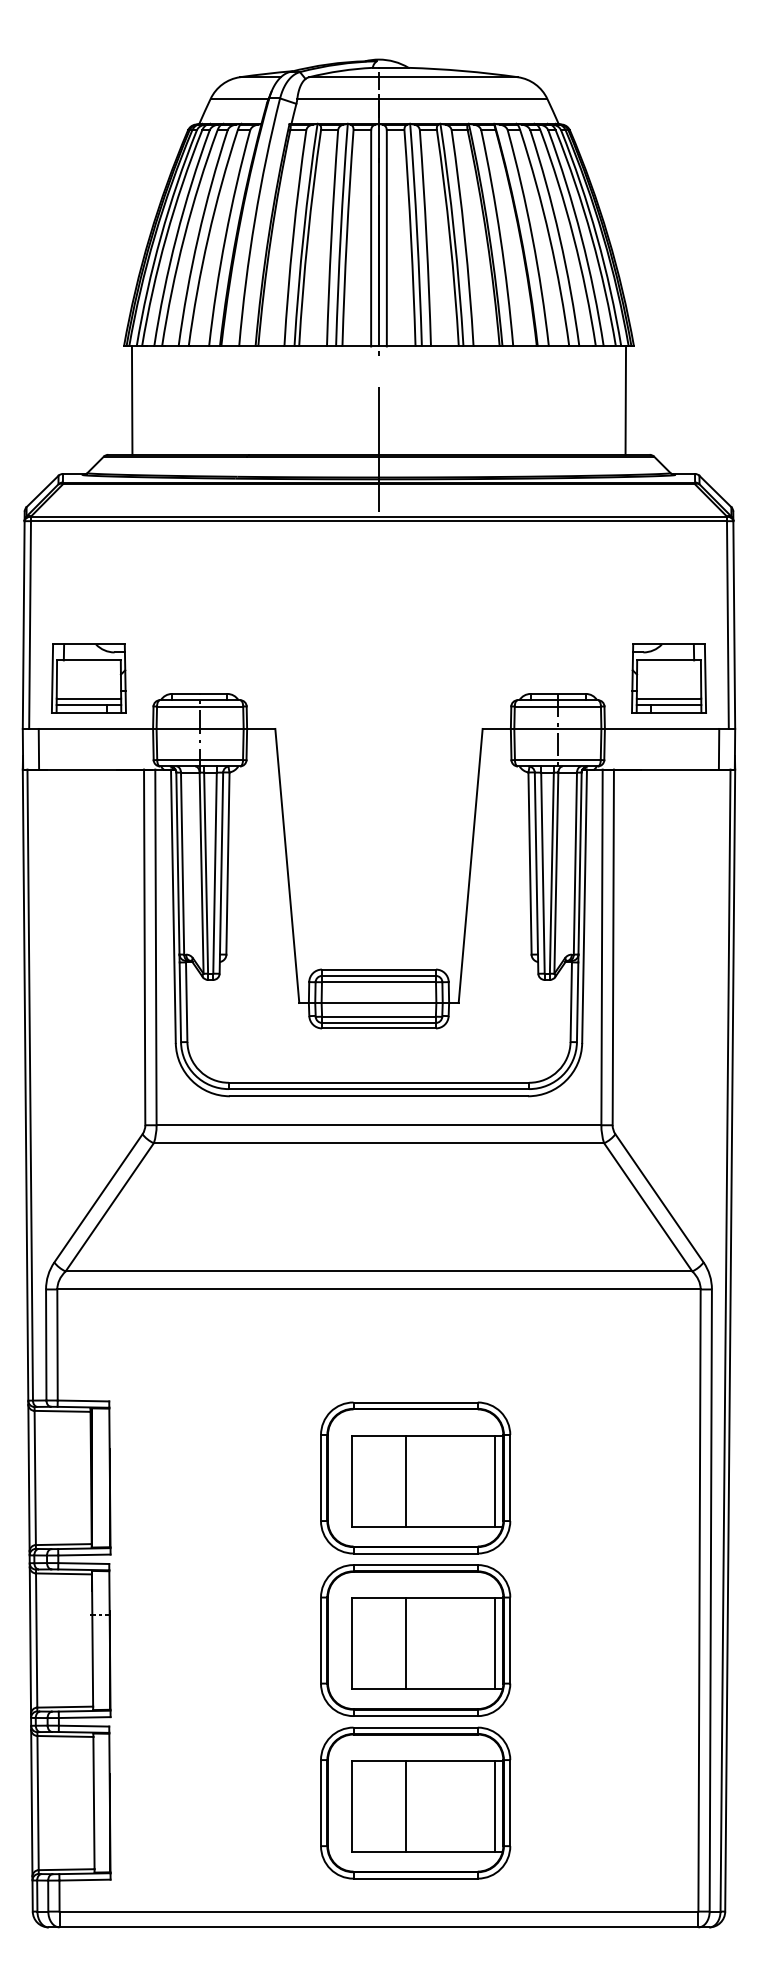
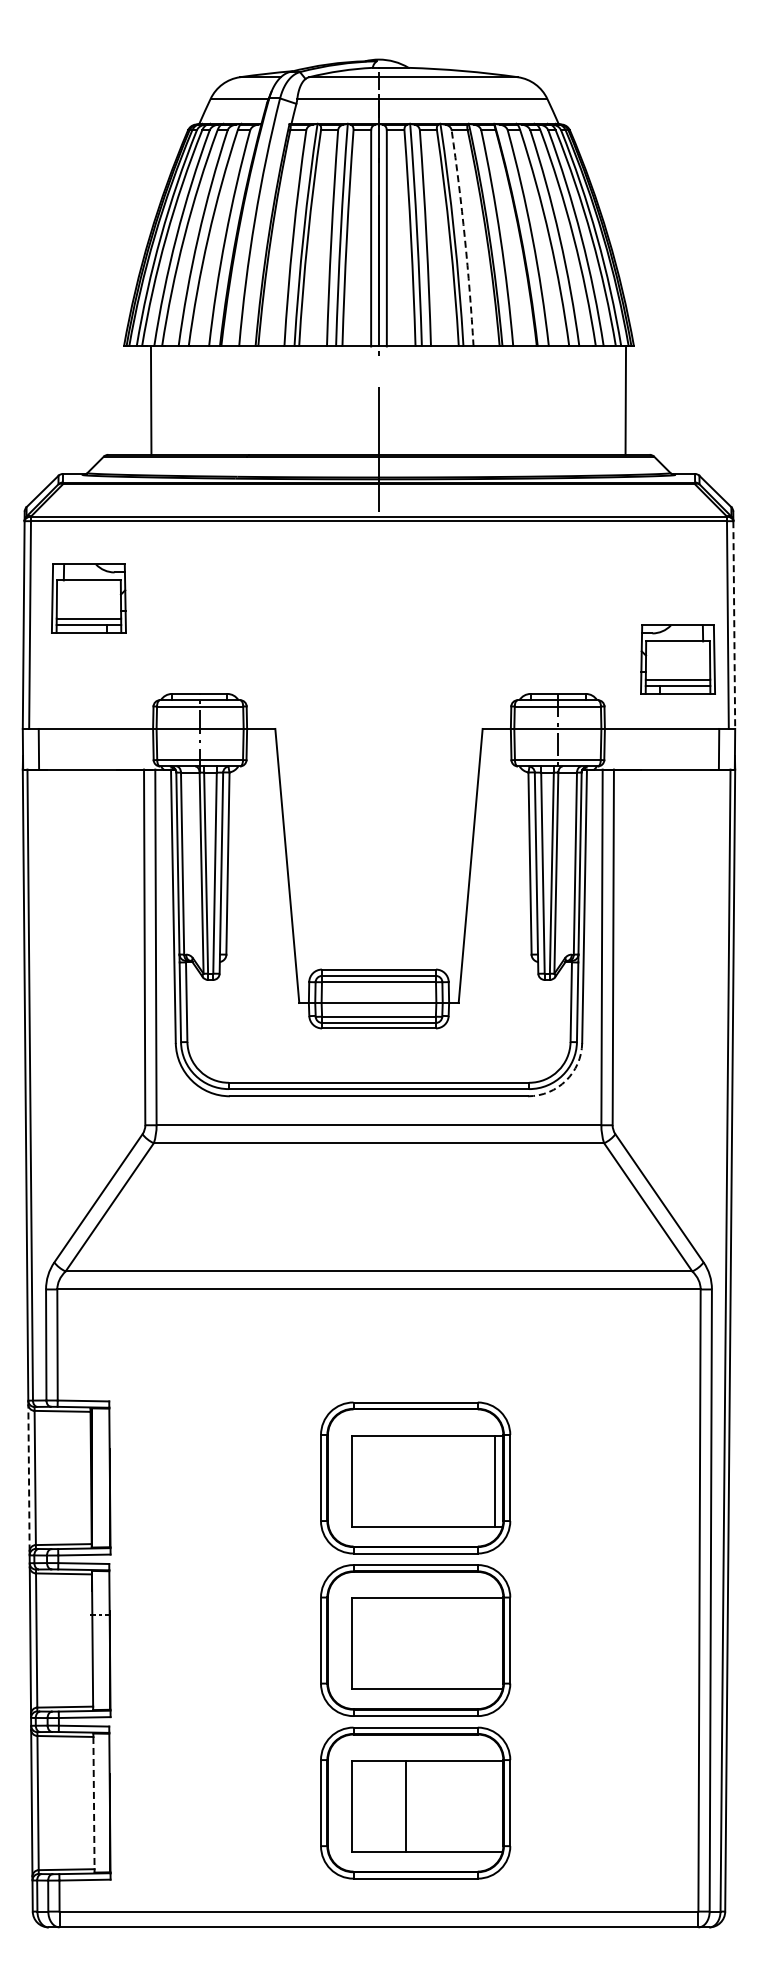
arc at (464, 238): solid -> dashed
line at (131, 400) position: (131, 400) -> (150, 400)
line at (734, 625): solid -> dashed
part at (88, 678) position: (88, 678) -> (88, 598)
part at (668, 678) position: (668, 678) -> (677, 659)
arc at (566, 1080): solid -> dashed
line at (28, 1477): solid -> dashed
line at (406, 1480): present -> none
line at (406, 1643): present -> none
line at (495, 1643): present -> none
line at (93, 1803): solid -> dashed
line at (495, 1805): present -> none
